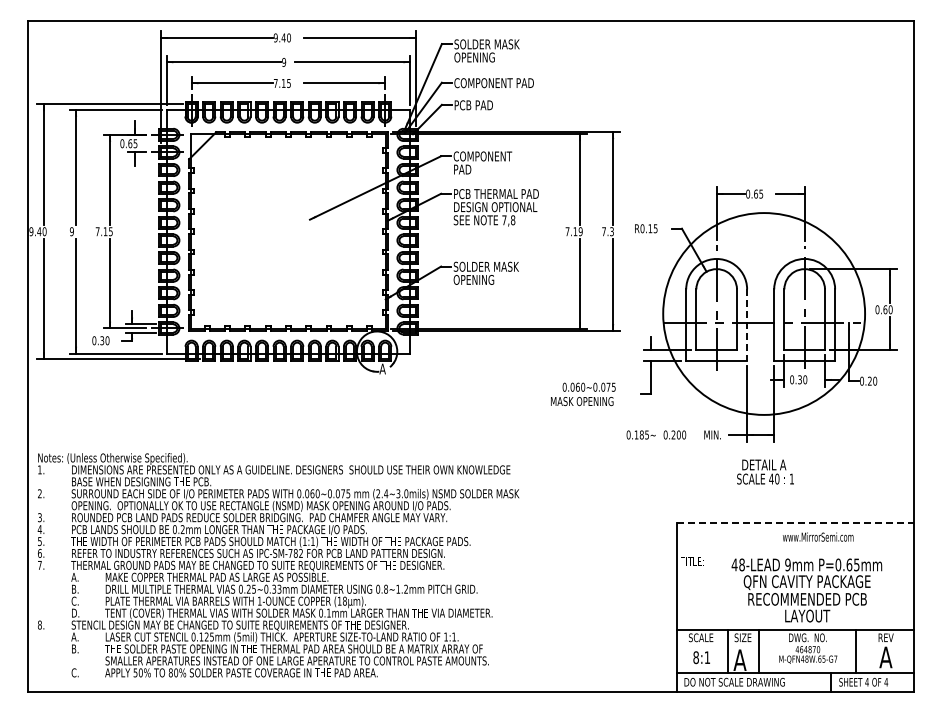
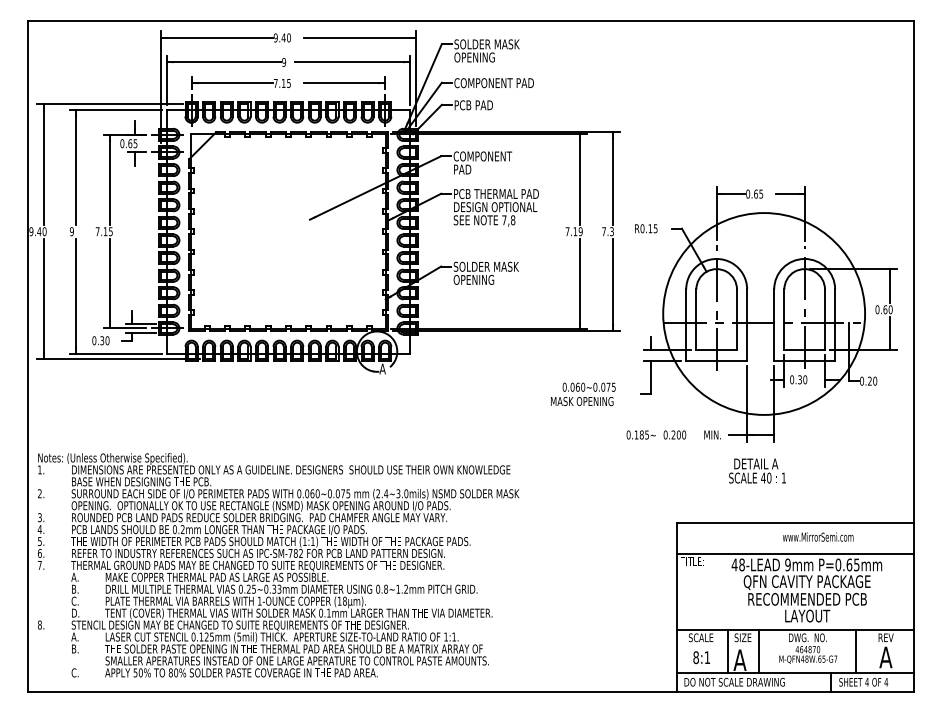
line at (747, 324): dashed -> solid
text at (765, 471) position: (765, 471) -> (757, 470)
line at (795, 522): dashed -> solid
line at (794, 554): none -> present
